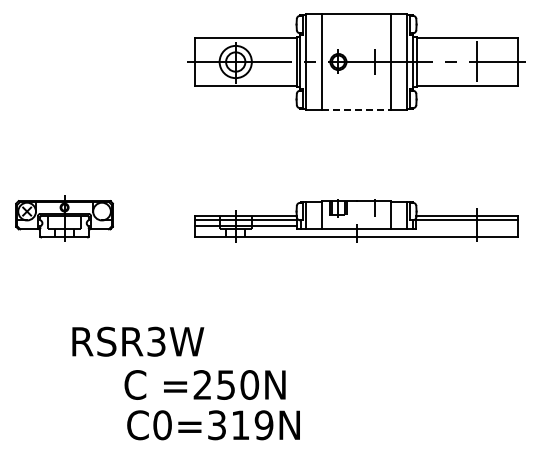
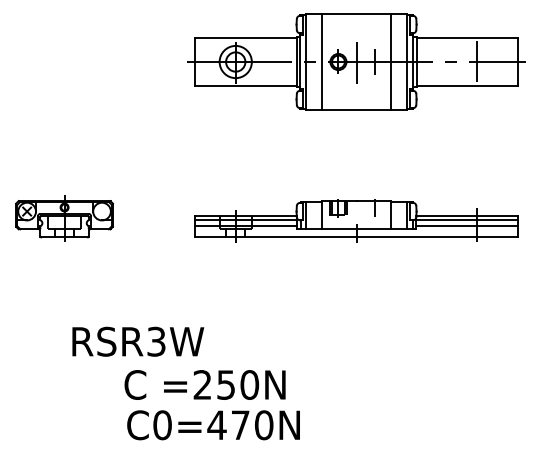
line at (356, 62): none -> present
line at (357, 110): dashed -> solid
line at (466, 226): none -> present
text at (240, 425): C0=319N -> C0=470N
